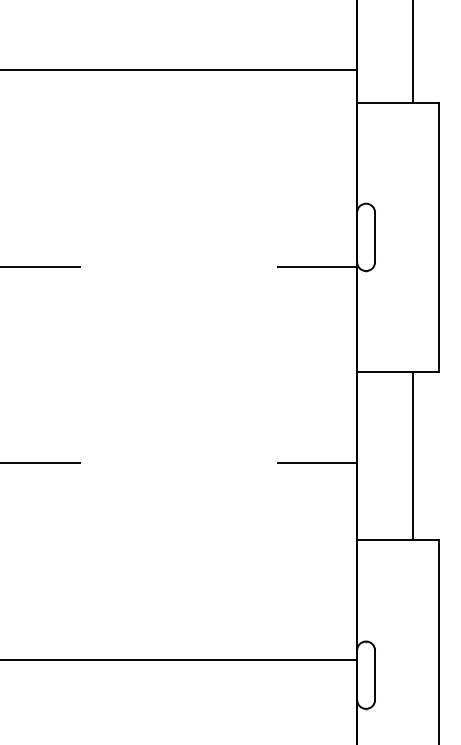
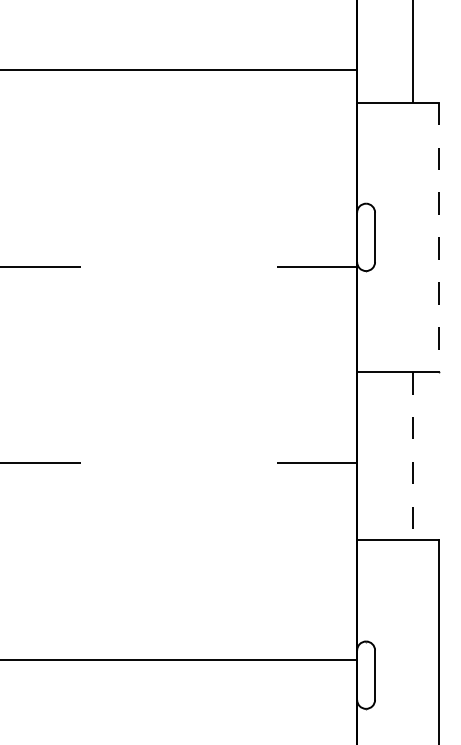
line at (439, 237): solid -> dashed
line at (413, 456): solid -> dashed
